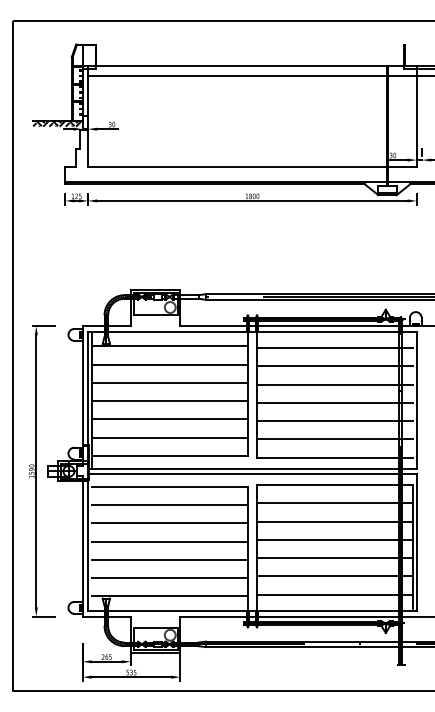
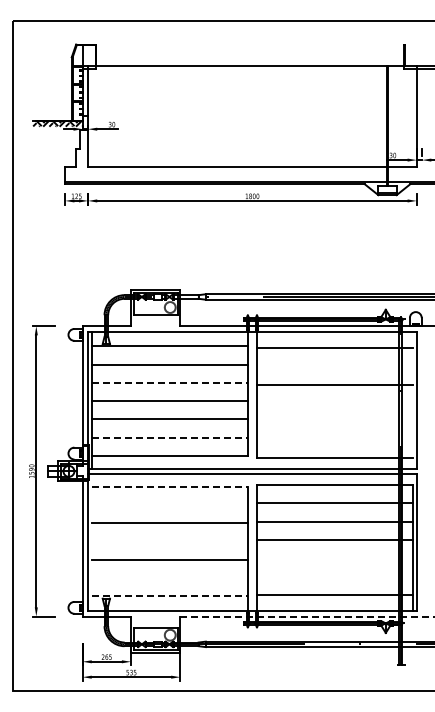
line at (259, 75): present -> none
line at (334, 366): present -> none
line at (170, 382): solid -> dashed
line at (334, 402): present -> none
line at (334, 421): present -> none
line at (170, 437): solid -> dashed
line at (334, 439): present -> none
line at (170, 486): solid -> dashed
line at (169, 505): present -> none
line at (169, 541): present -> none
line at (334, 558): present -> none
line at (334, 576): present -> none
line at (169, 578): present -> none
line at (170, 596): solid -> dashed
line at (308, 616): solid -> dashed
